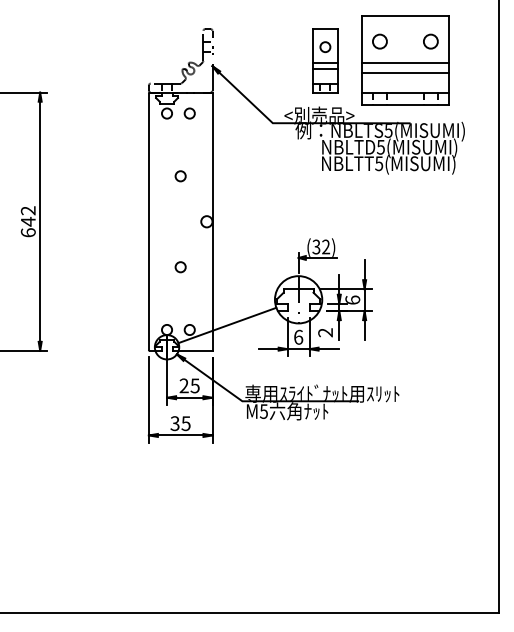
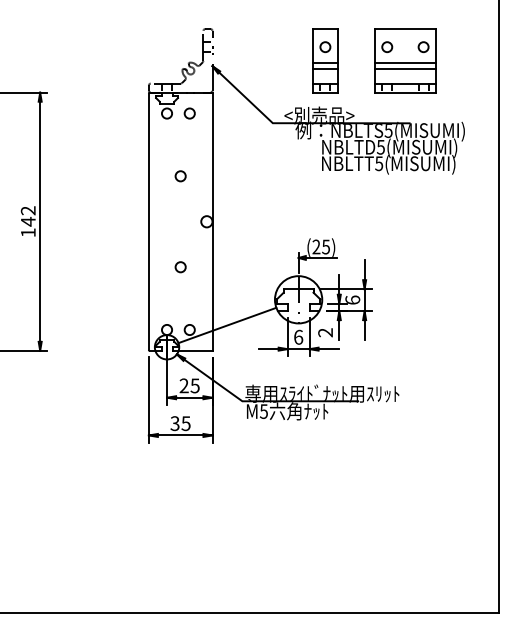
part at (405, 60) size: 89x91 px -> 63x66 px
text at (27, 232): 642 -> 142
text at (321, 246): (32) -> (25)
